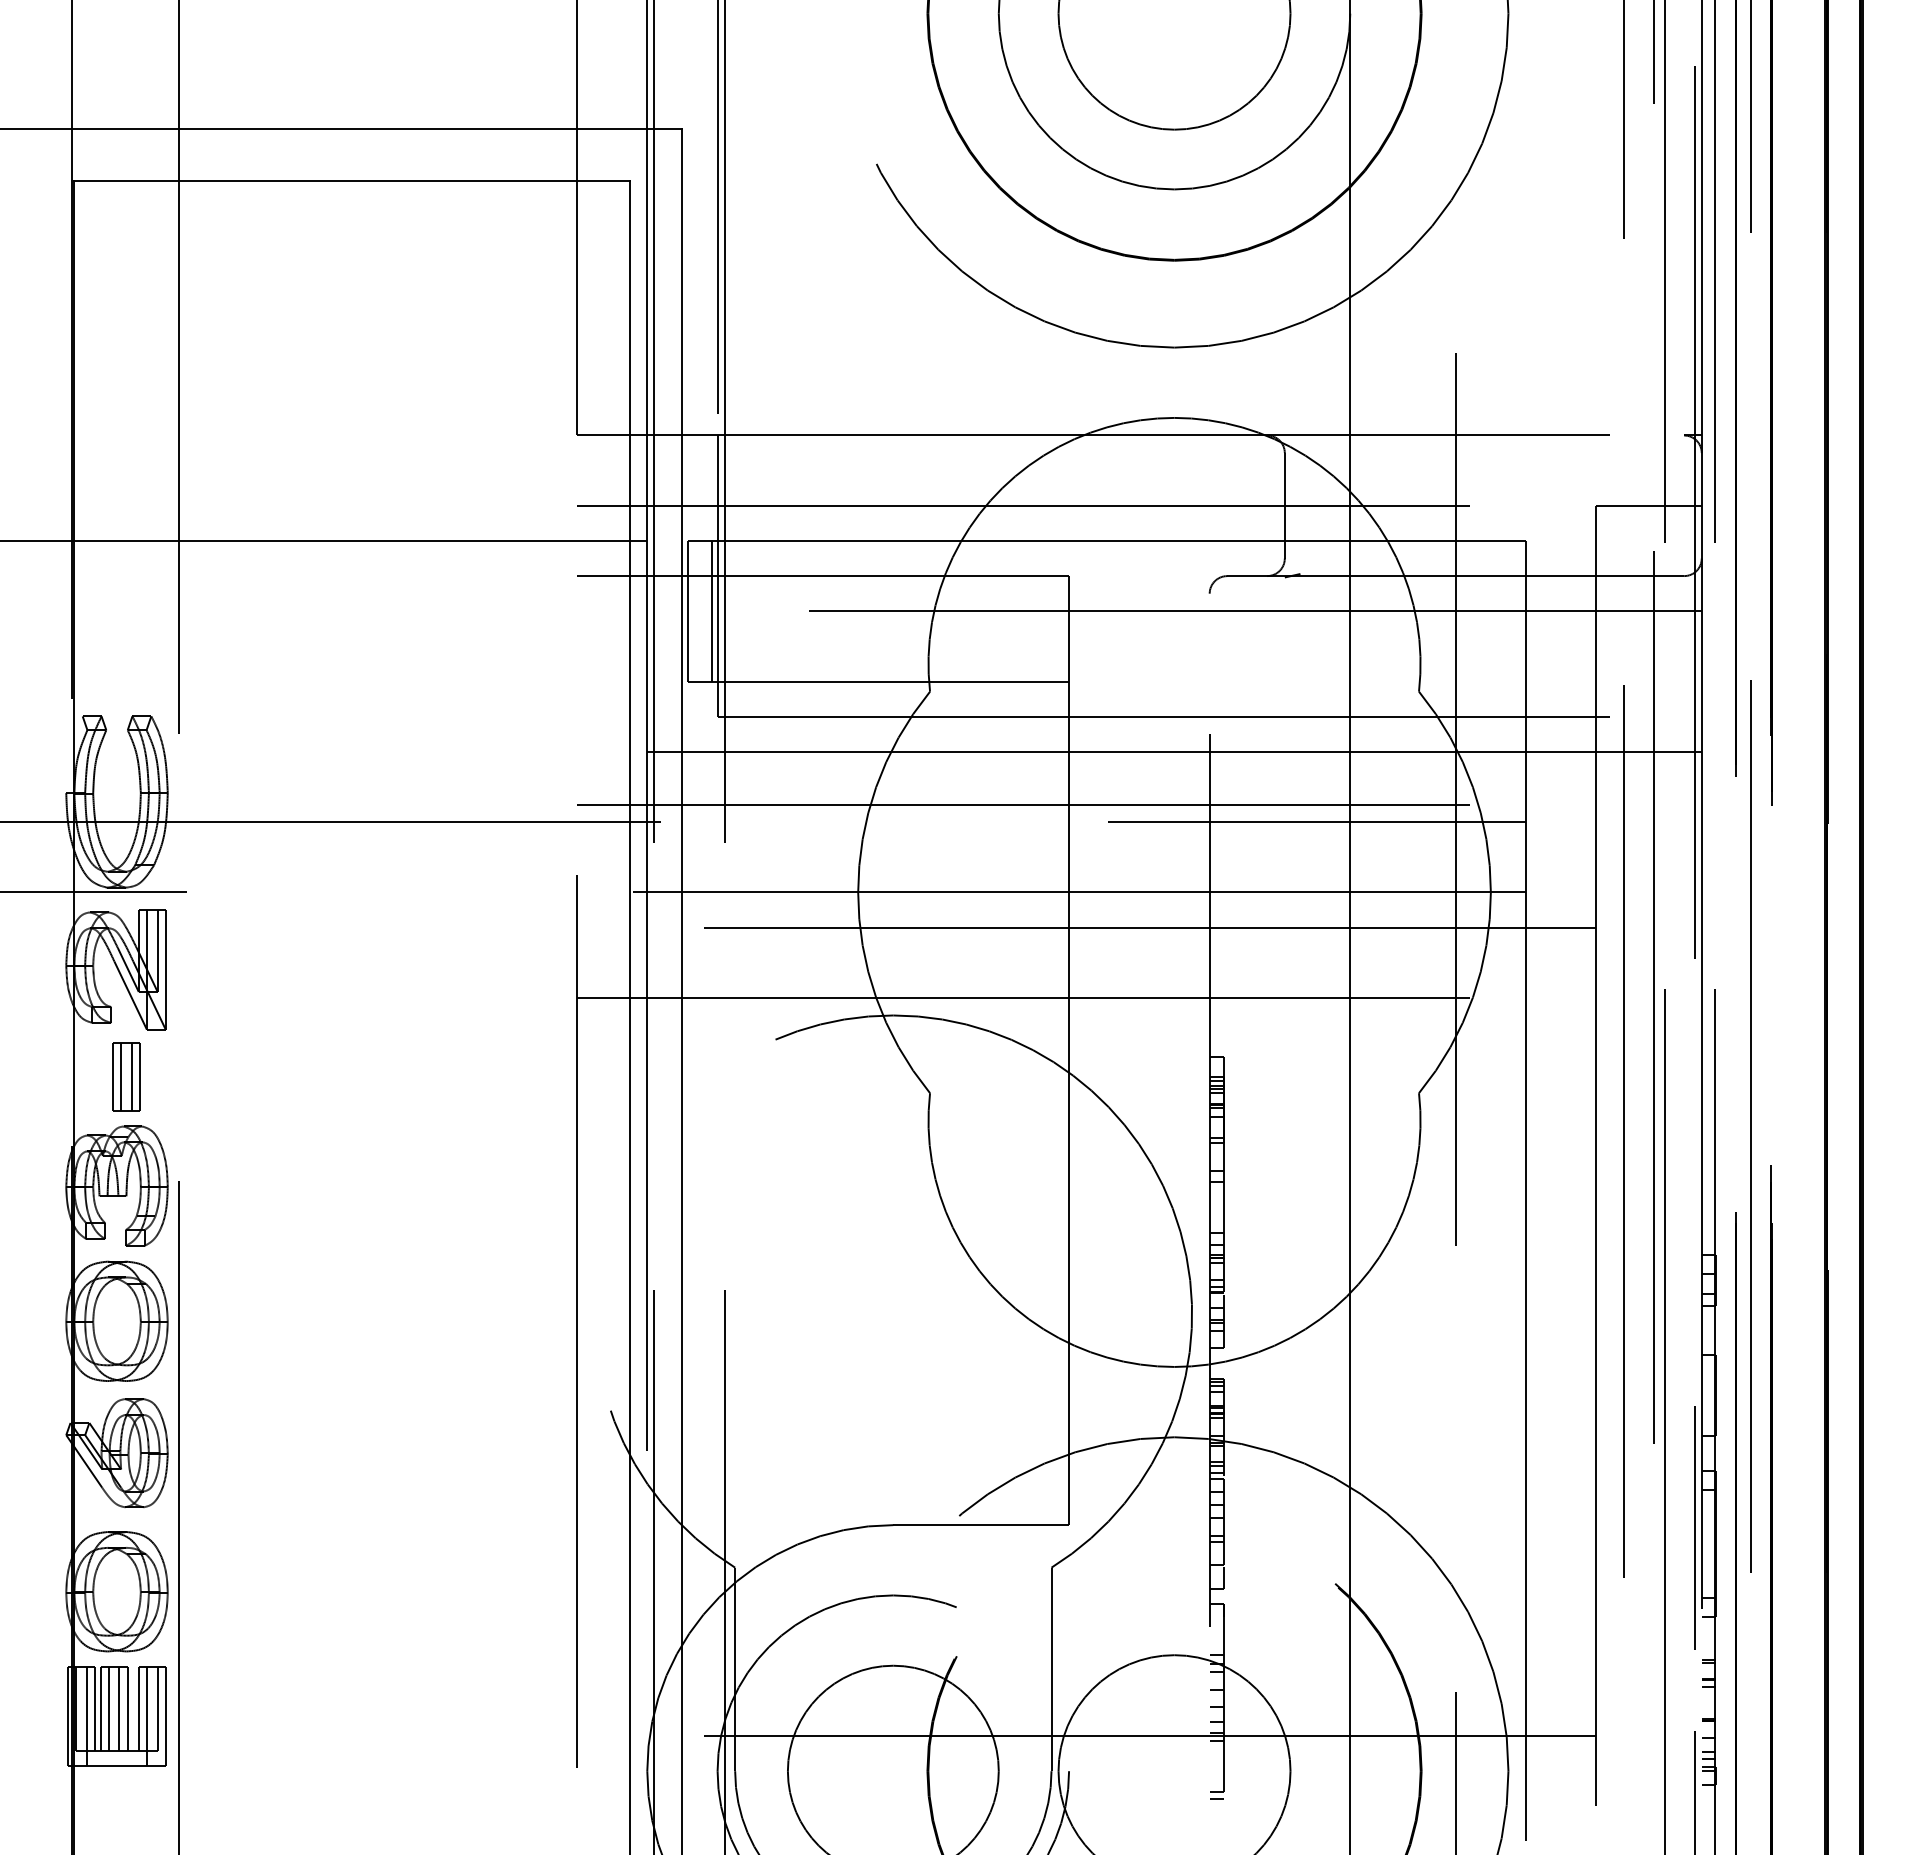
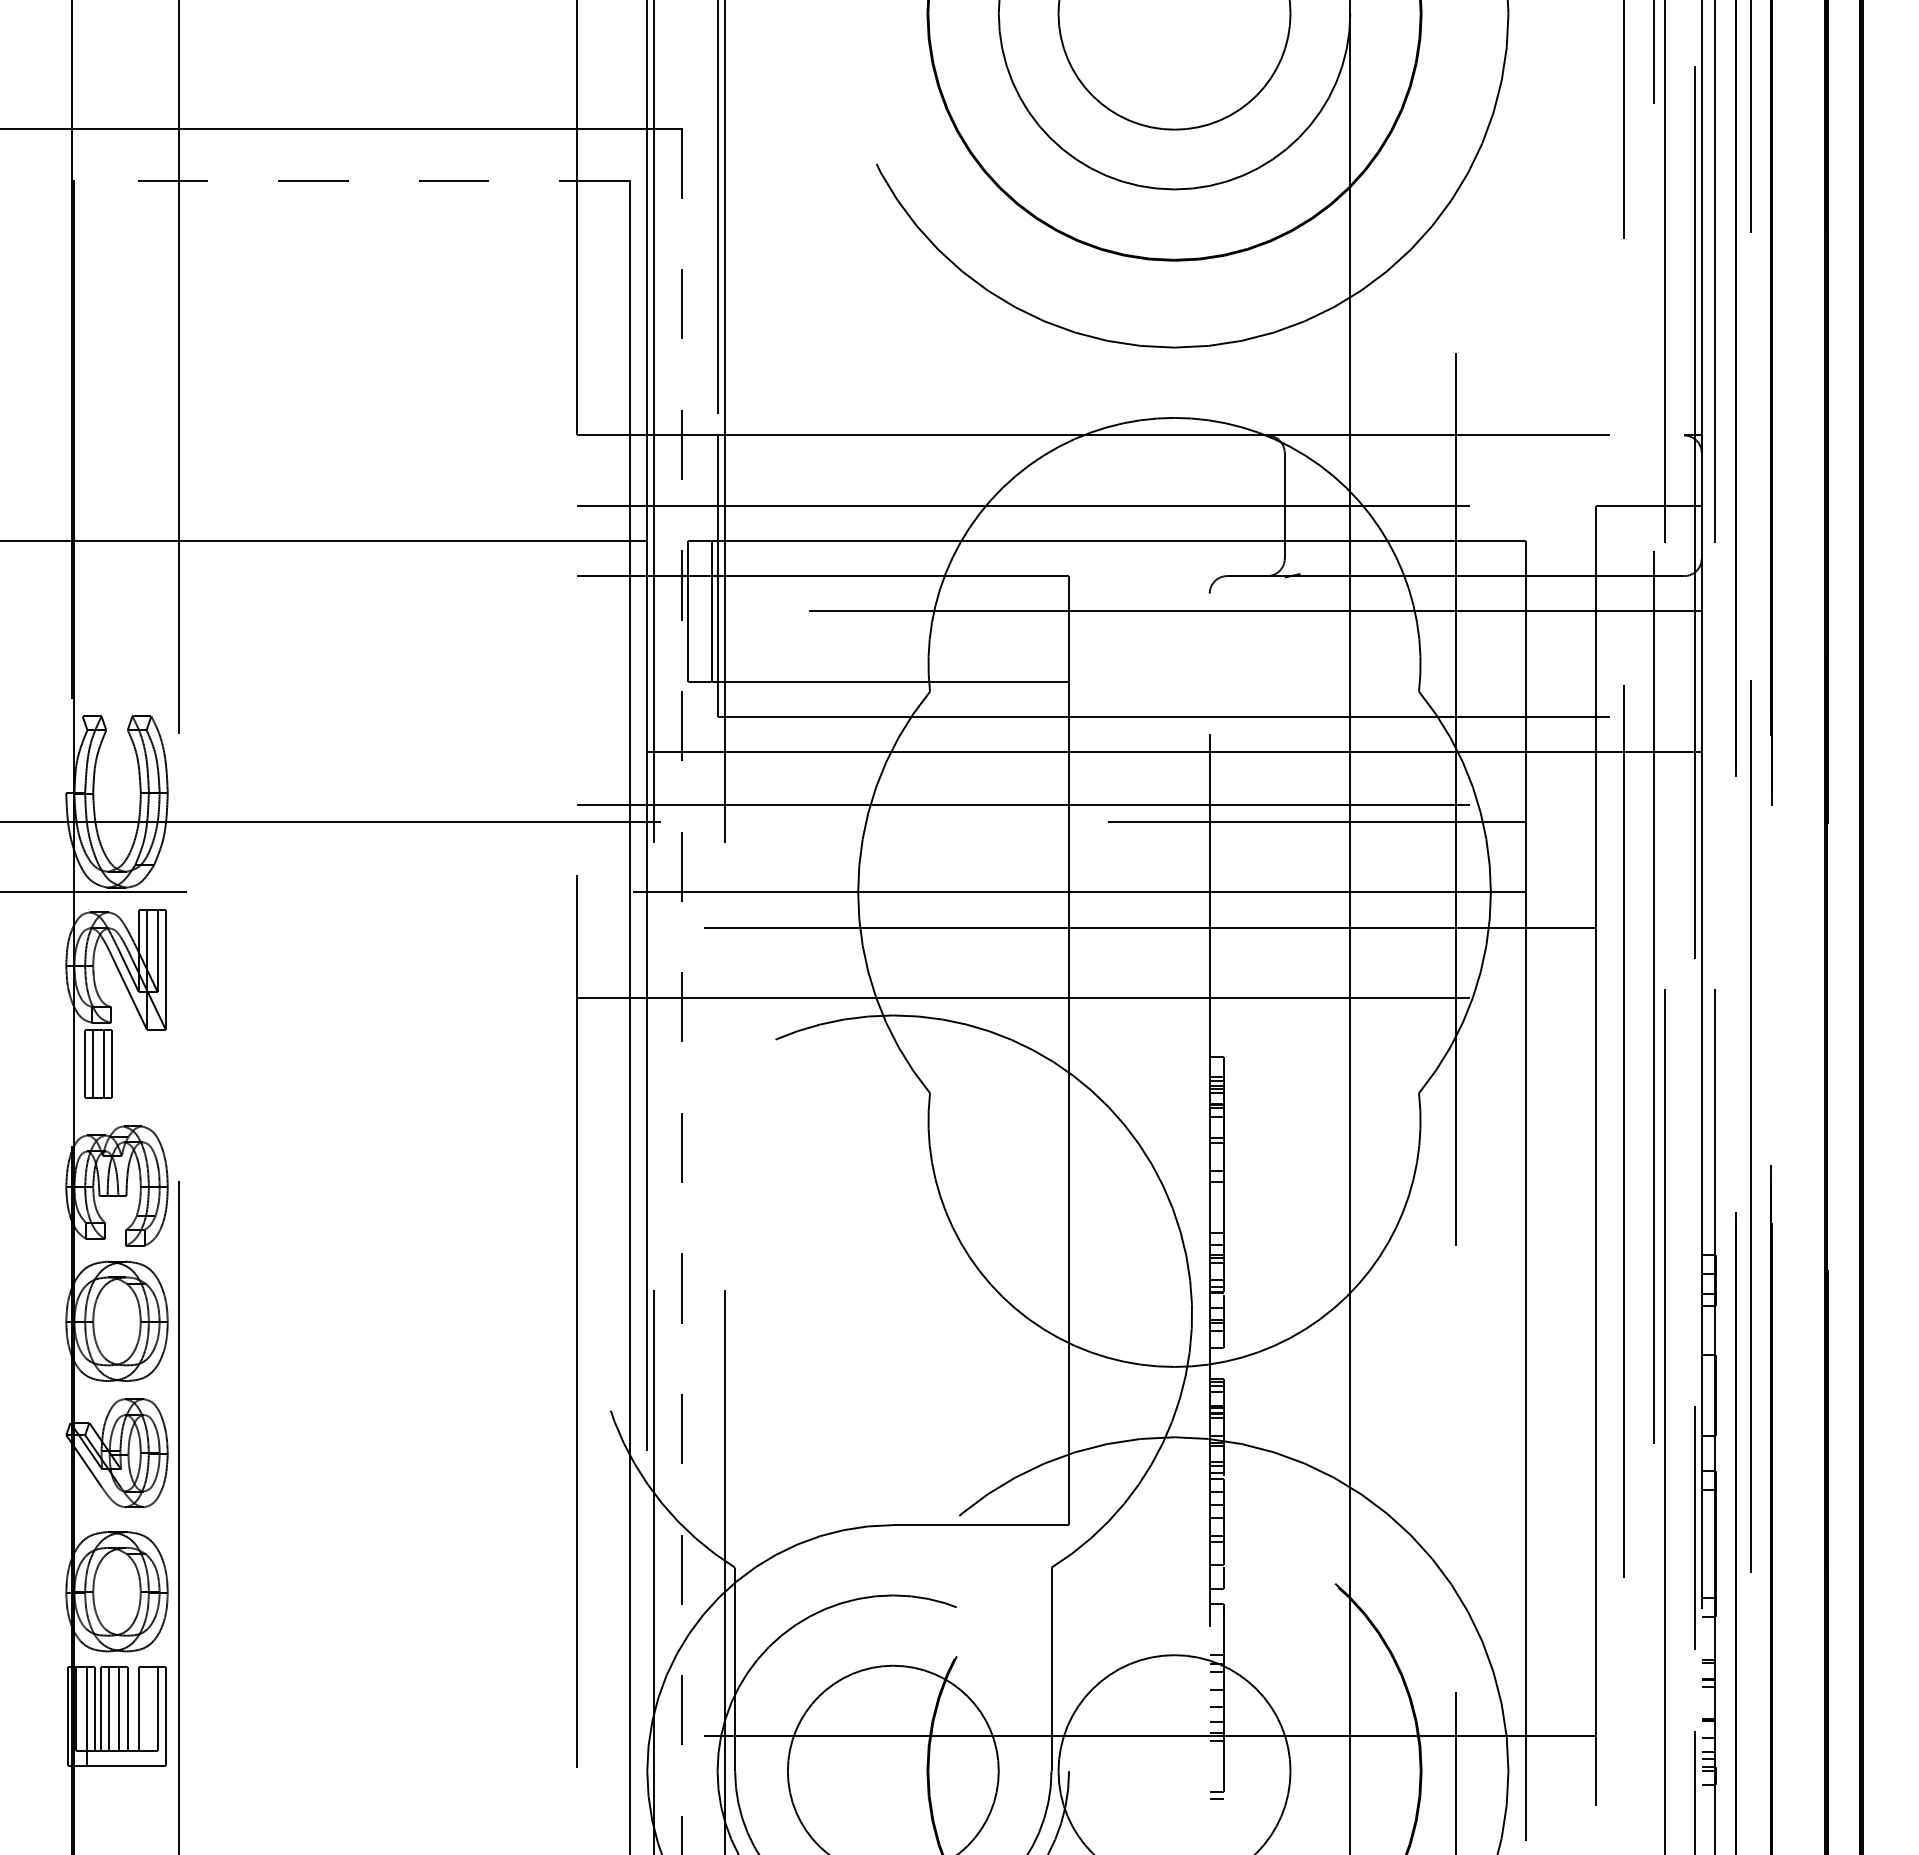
line at (352, 181): solid -> dashed
line at (682, 991): solid -> dashed
part at (126, 1076) position: (126, 1076) -> (98, 1063)
line at (146, 1716): present -> none
